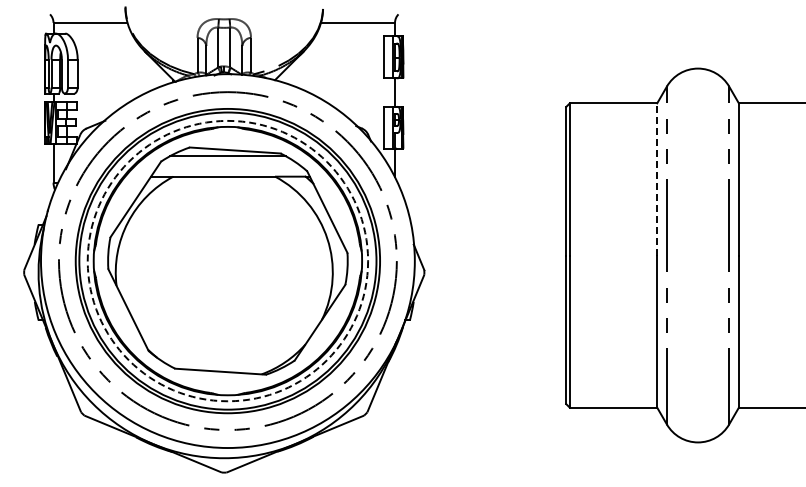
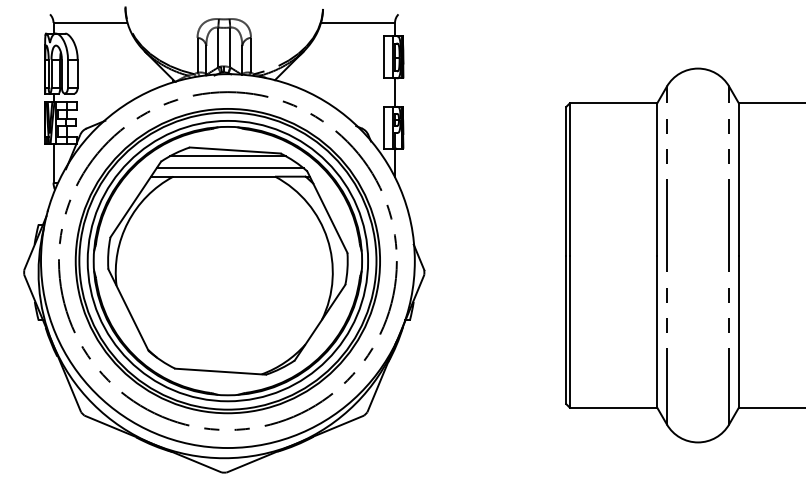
line at (229, 168): none -> present
line at (657, 178): dashed -> solid
circle at (227, 260): dashed -> solid
